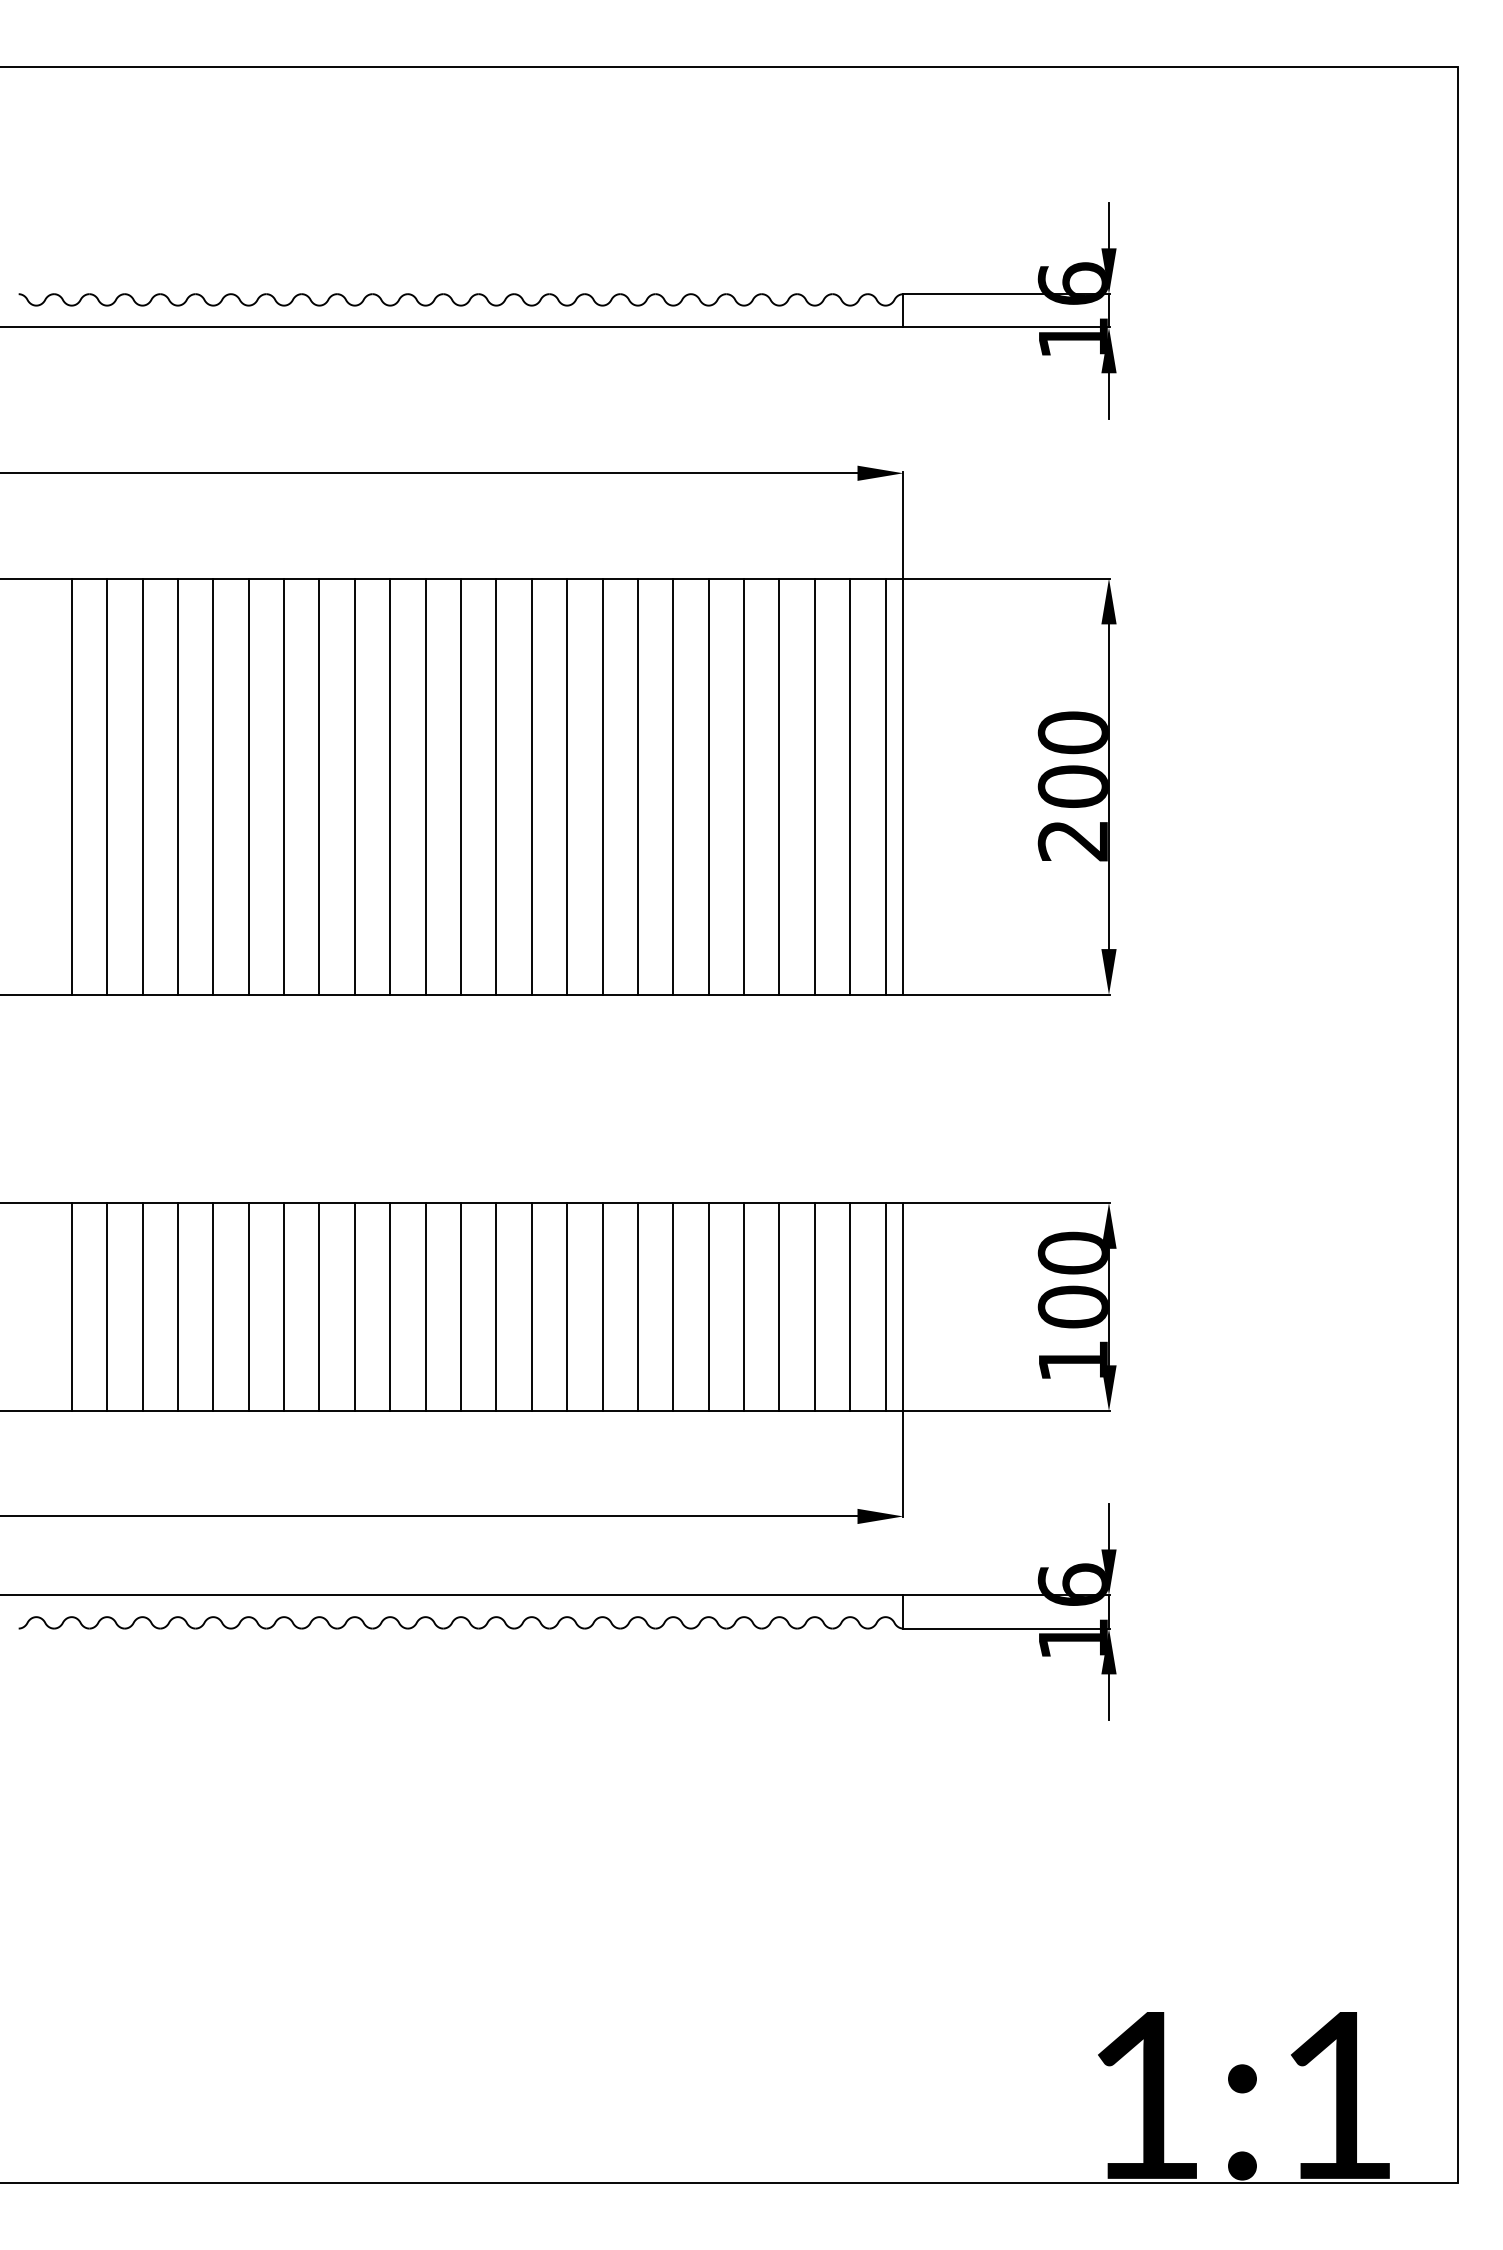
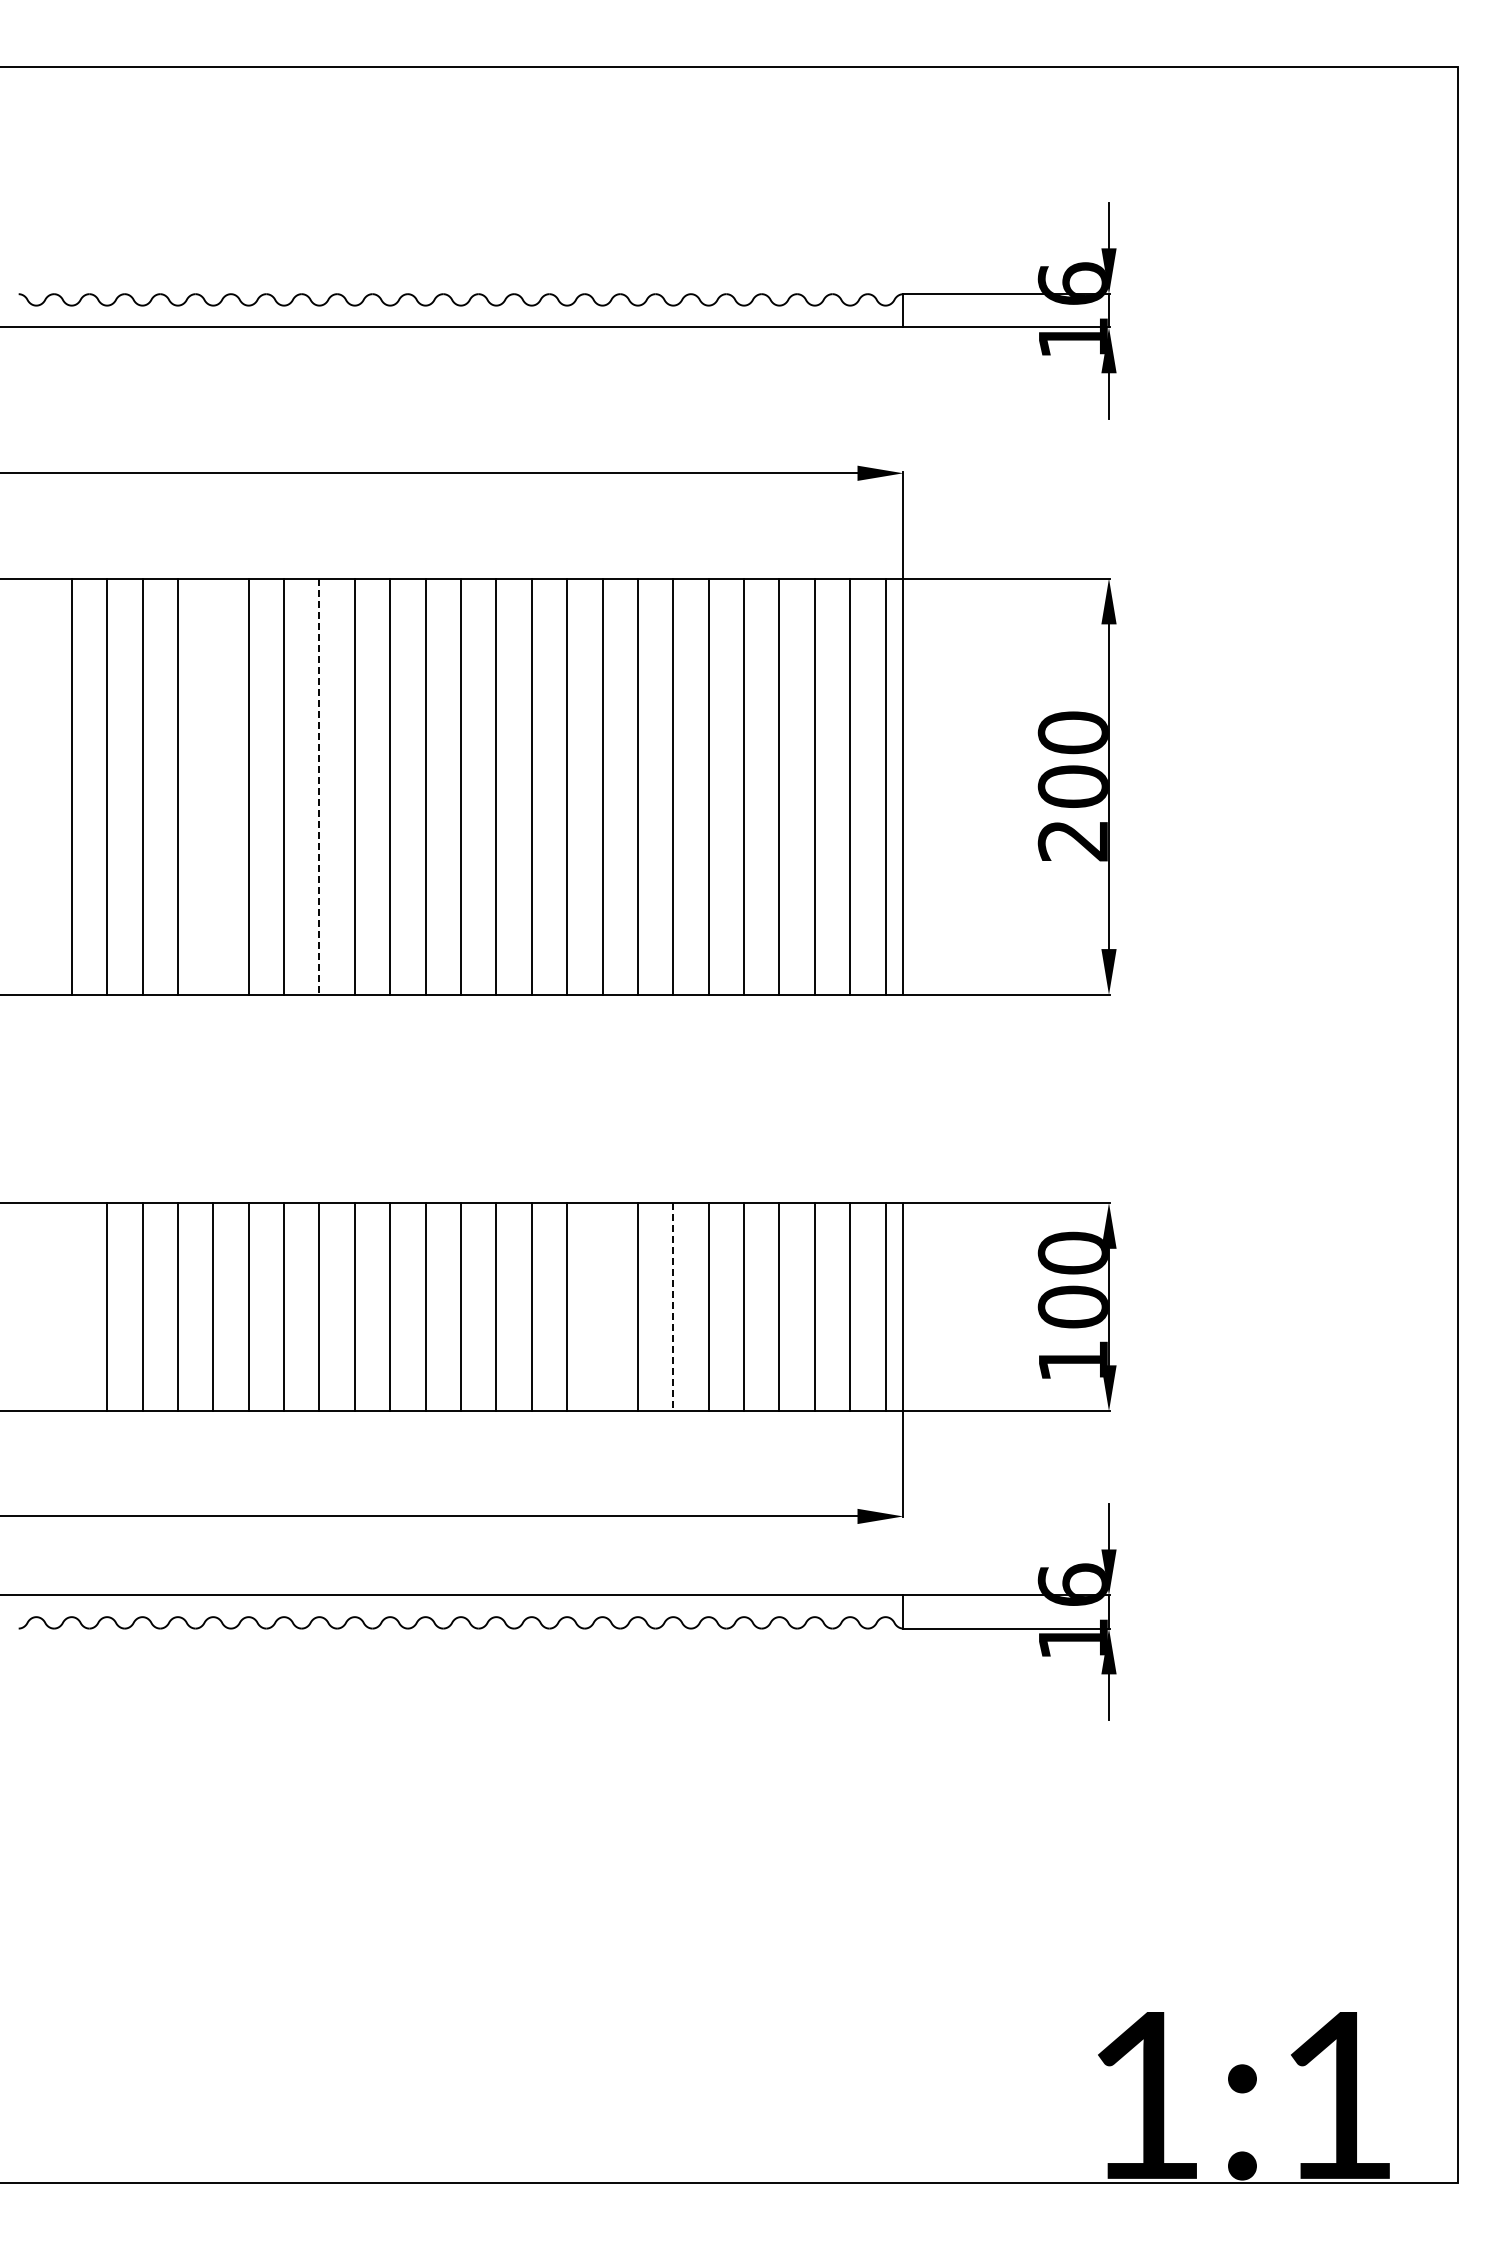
line at (213, 786): present -> none
line at (319, 787): solid -> dashed
line at (71, 1307): present -> none
line at (602, 1307): present -> none
line at (673, 1307): solid -> dashed
